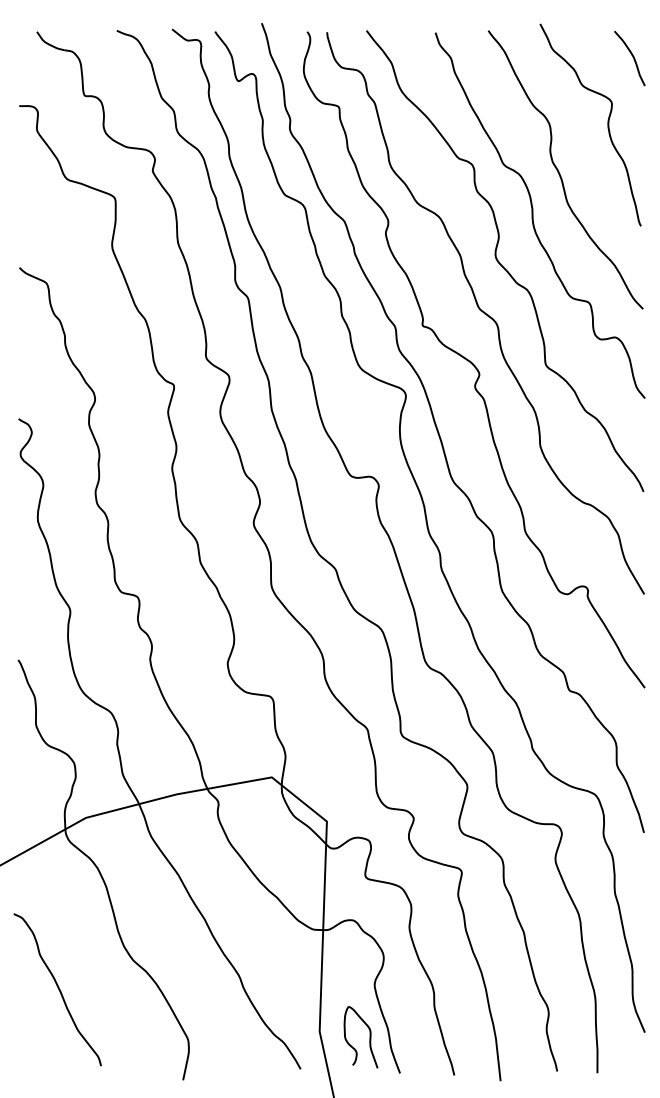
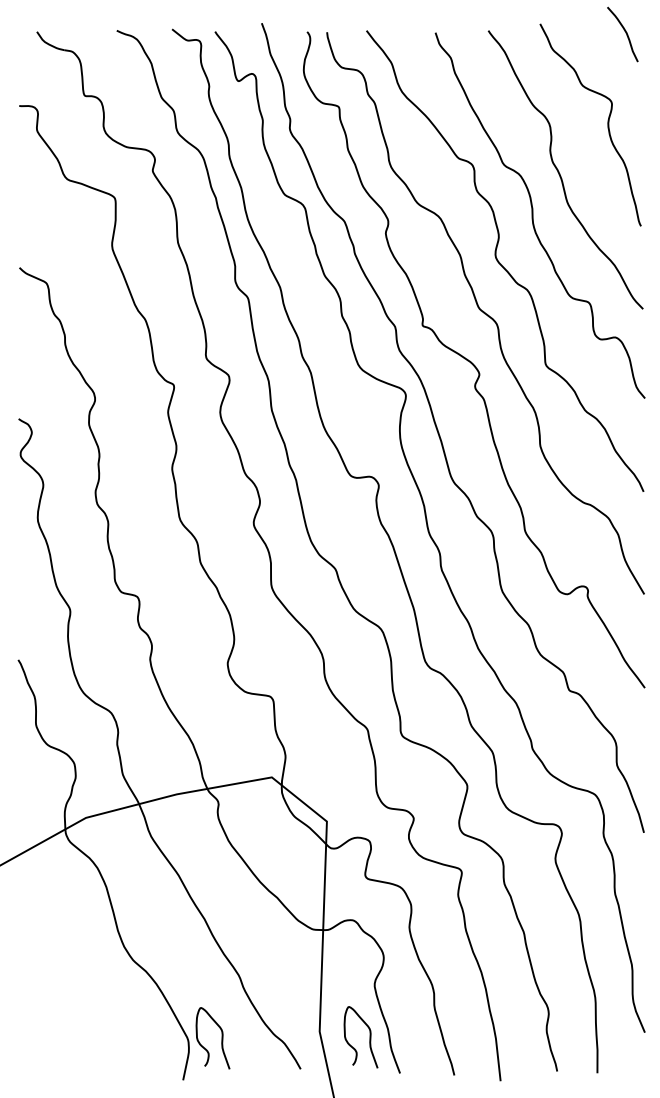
curve at (632, 57) position: (632, 57) -> (625, 33)
curve at (57, 988): present -> none
curve at (221, 1038): none -> present
